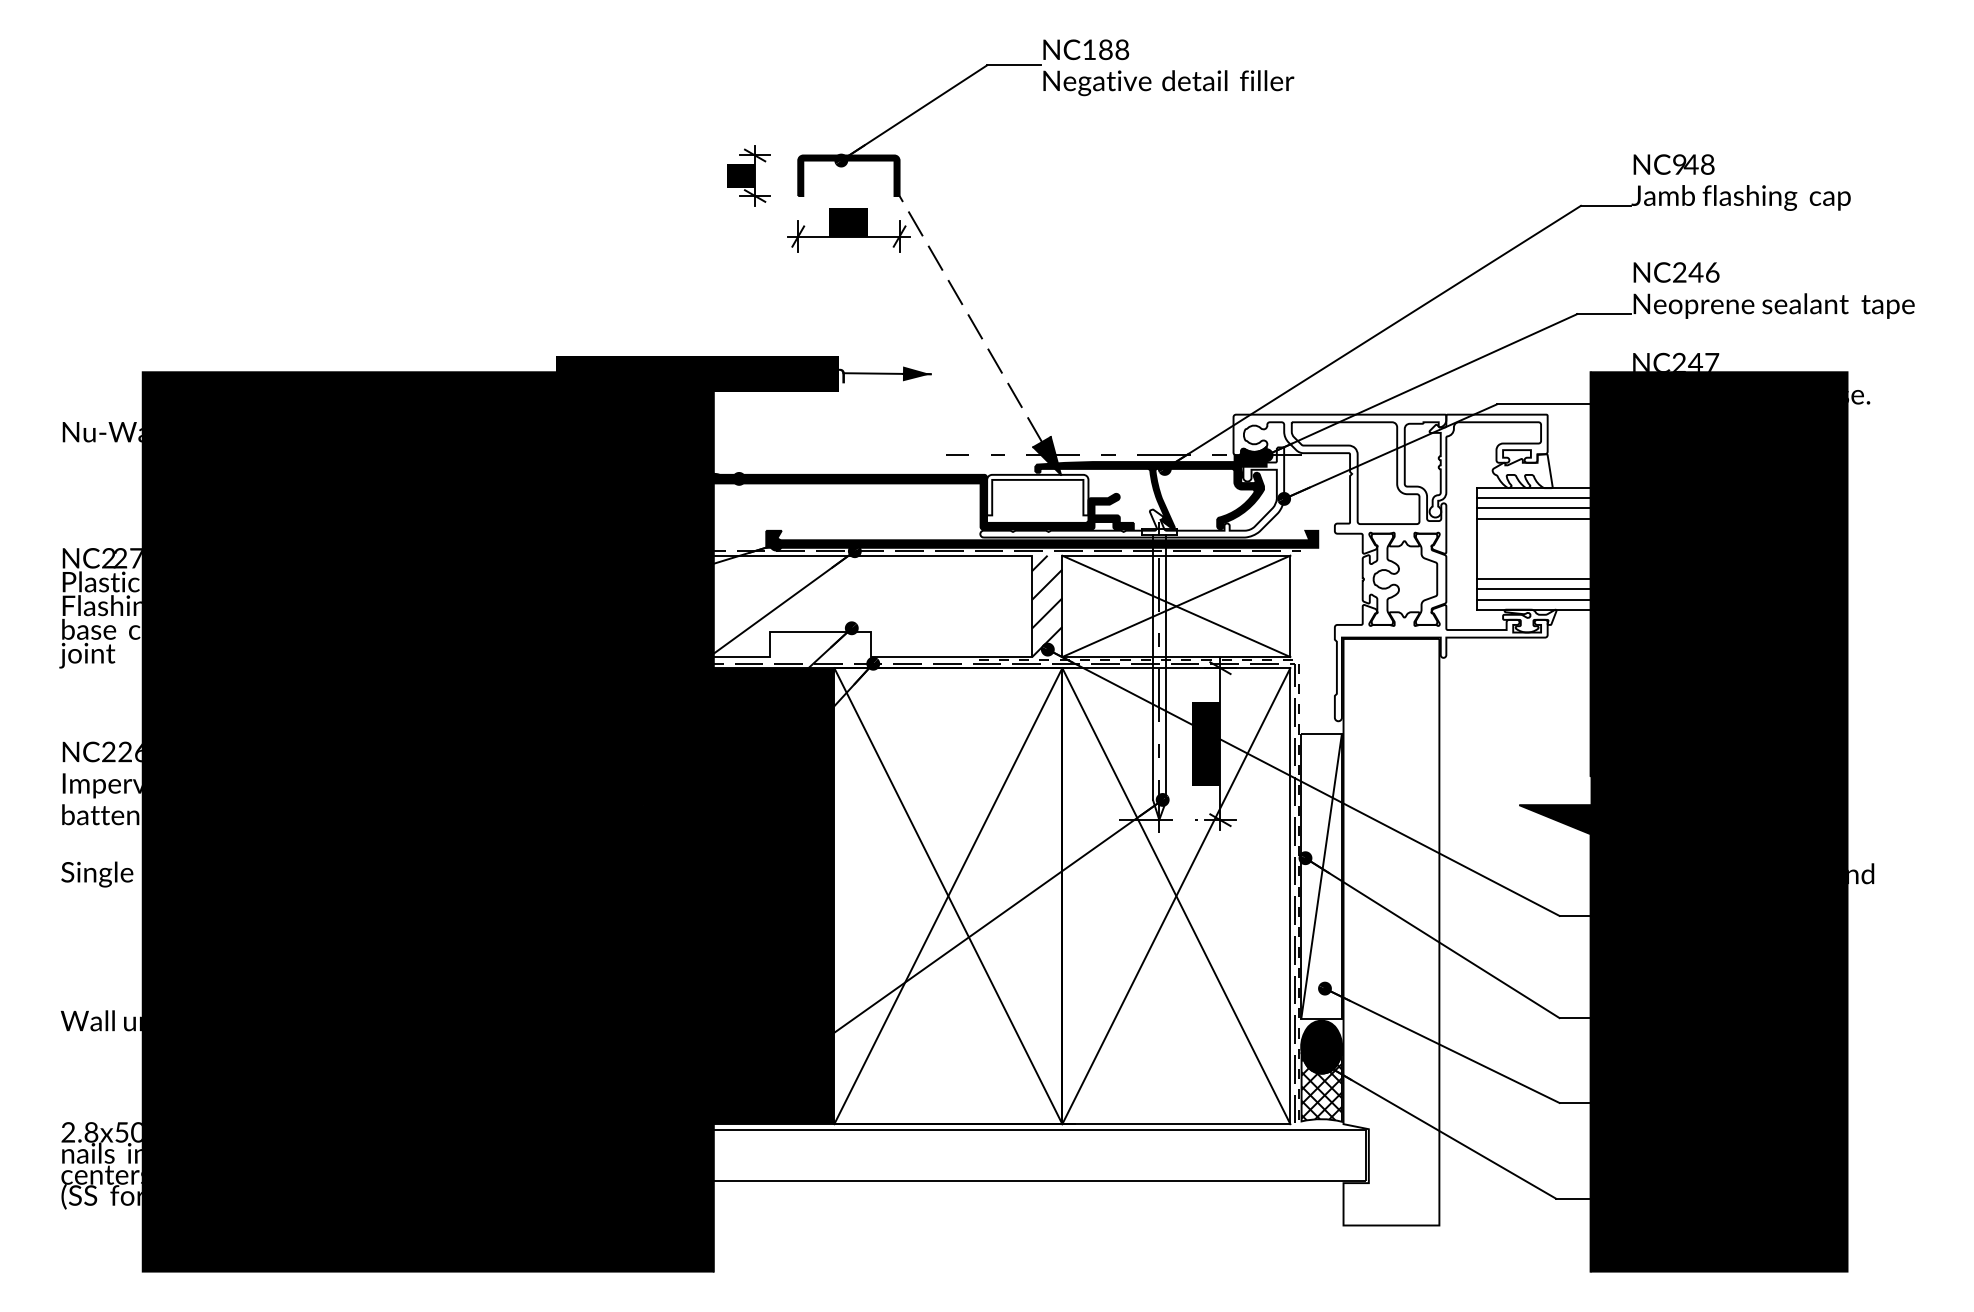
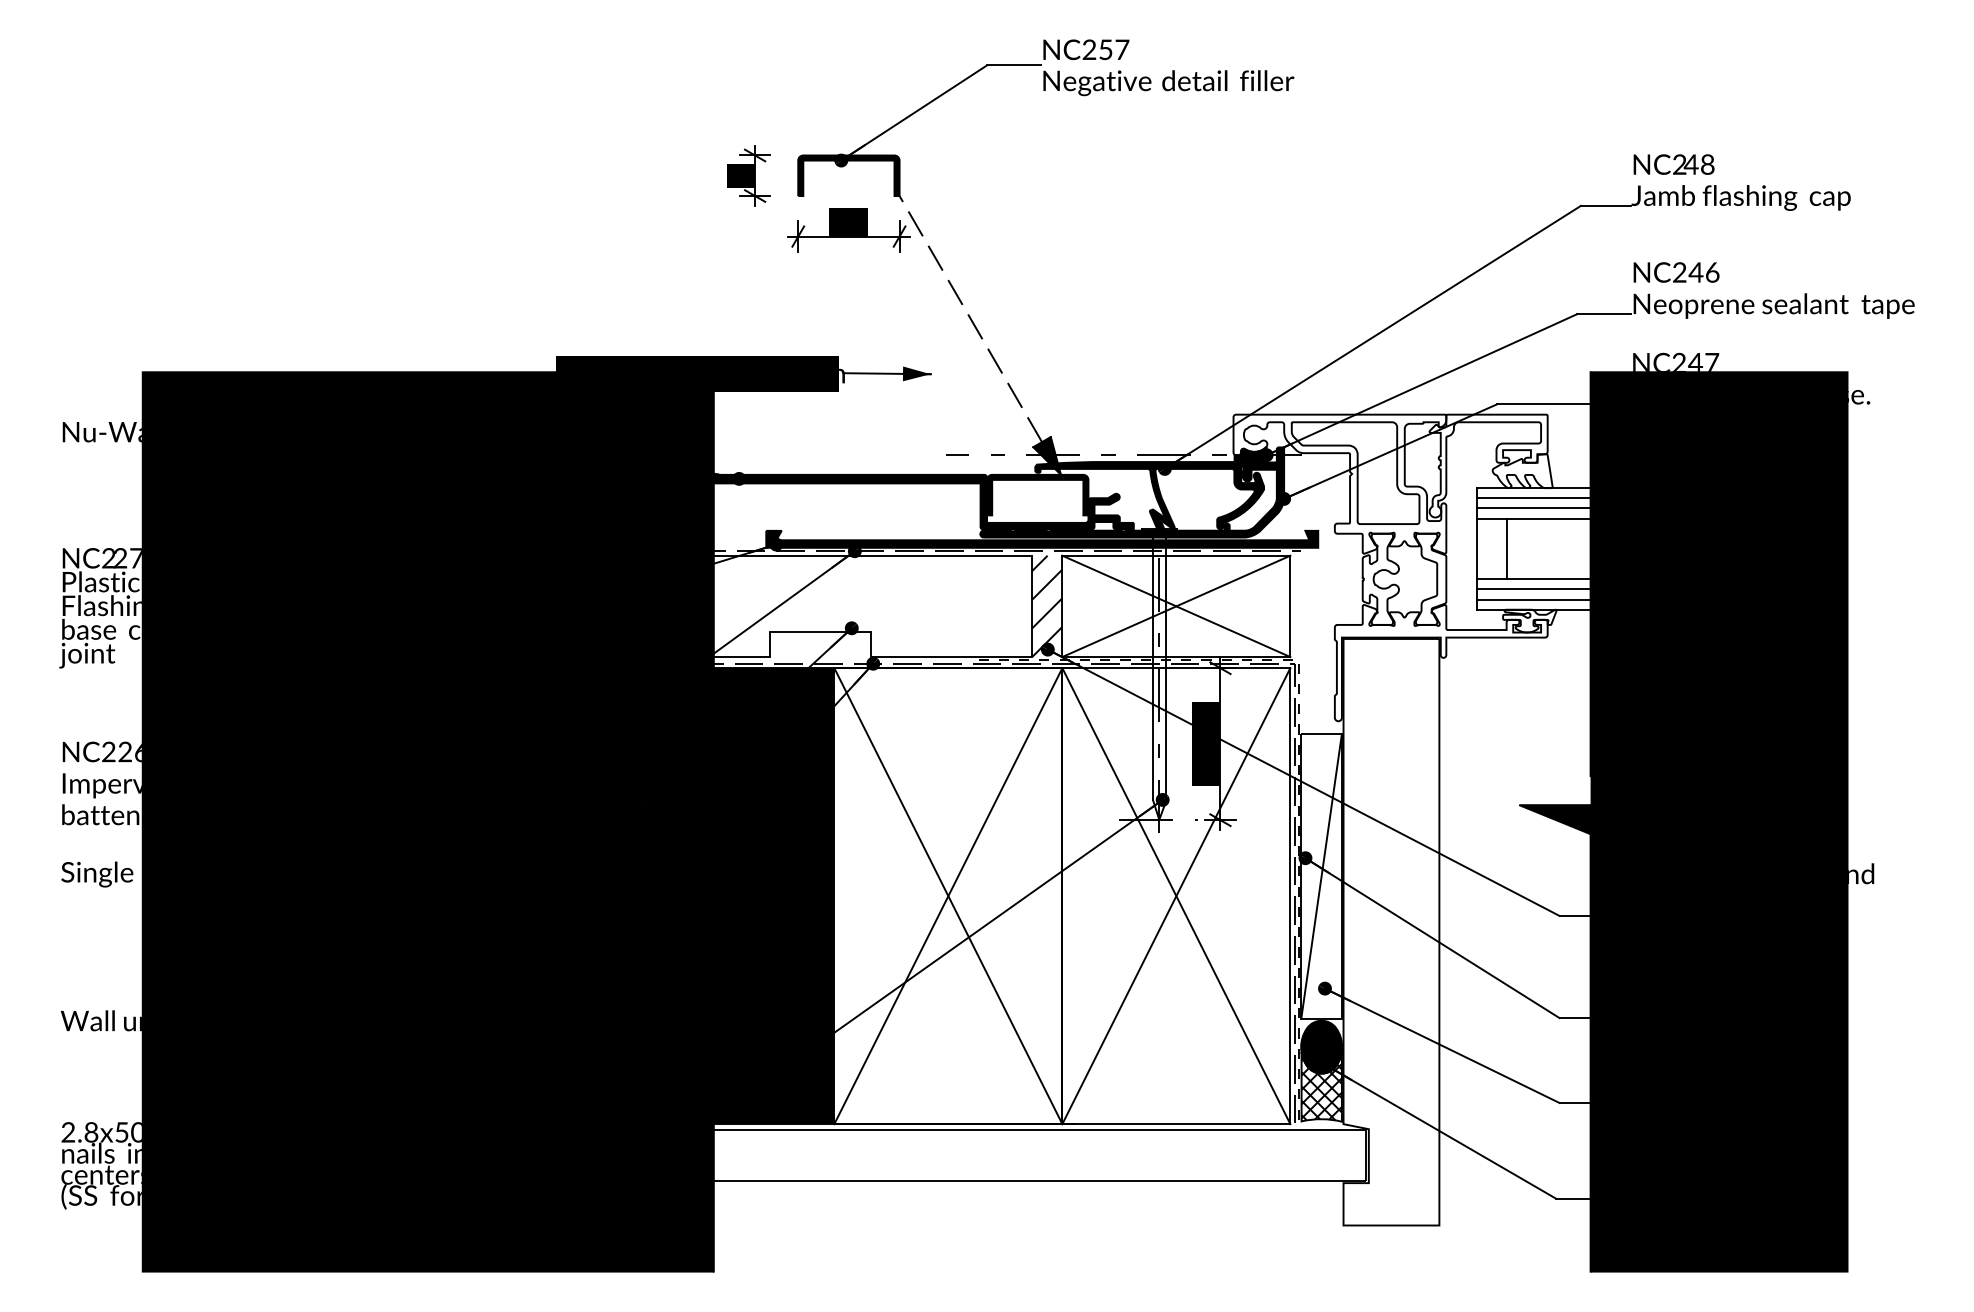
text at (1105, 49): NC188 -> NC257
text at (1679, 164): NC9 -> NC2
fill at (1132, 492): none -> present
fill at (1037, 494): none -> present
line at (1507, 548): none -> present
